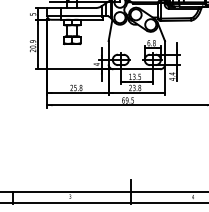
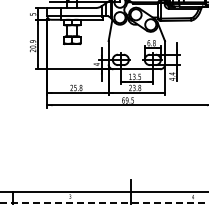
line at (104, 203): solid -> dashed
